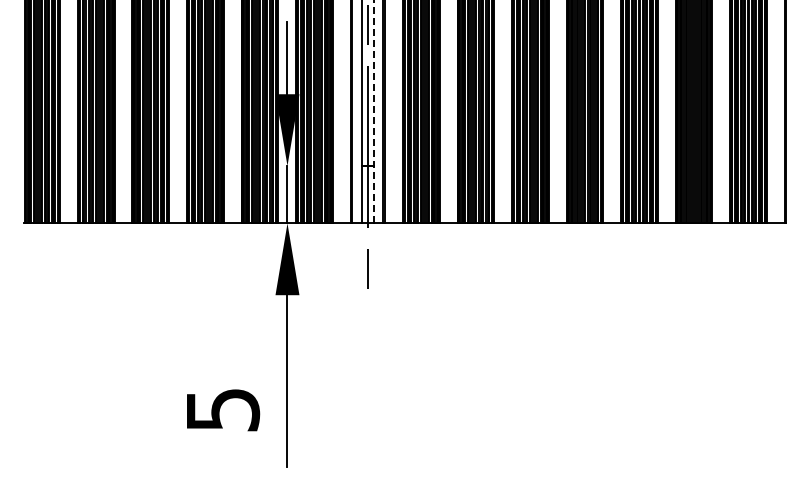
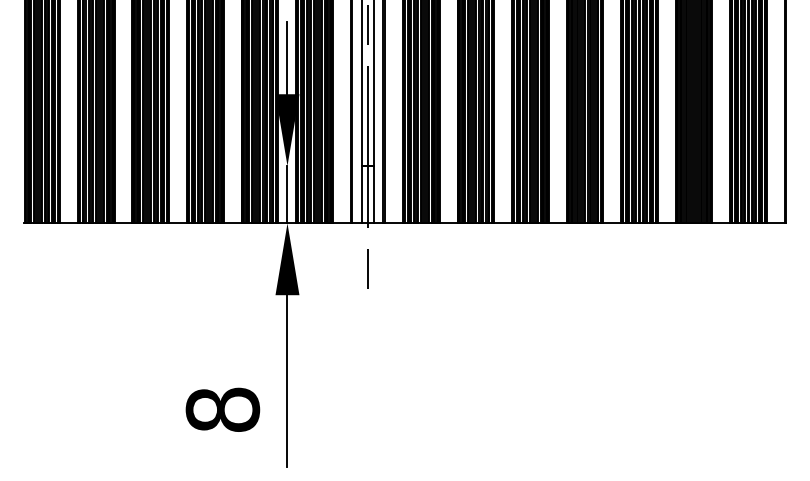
line at (373, 111): dashed -> solid
text at (222, 409): 5 -> 8
